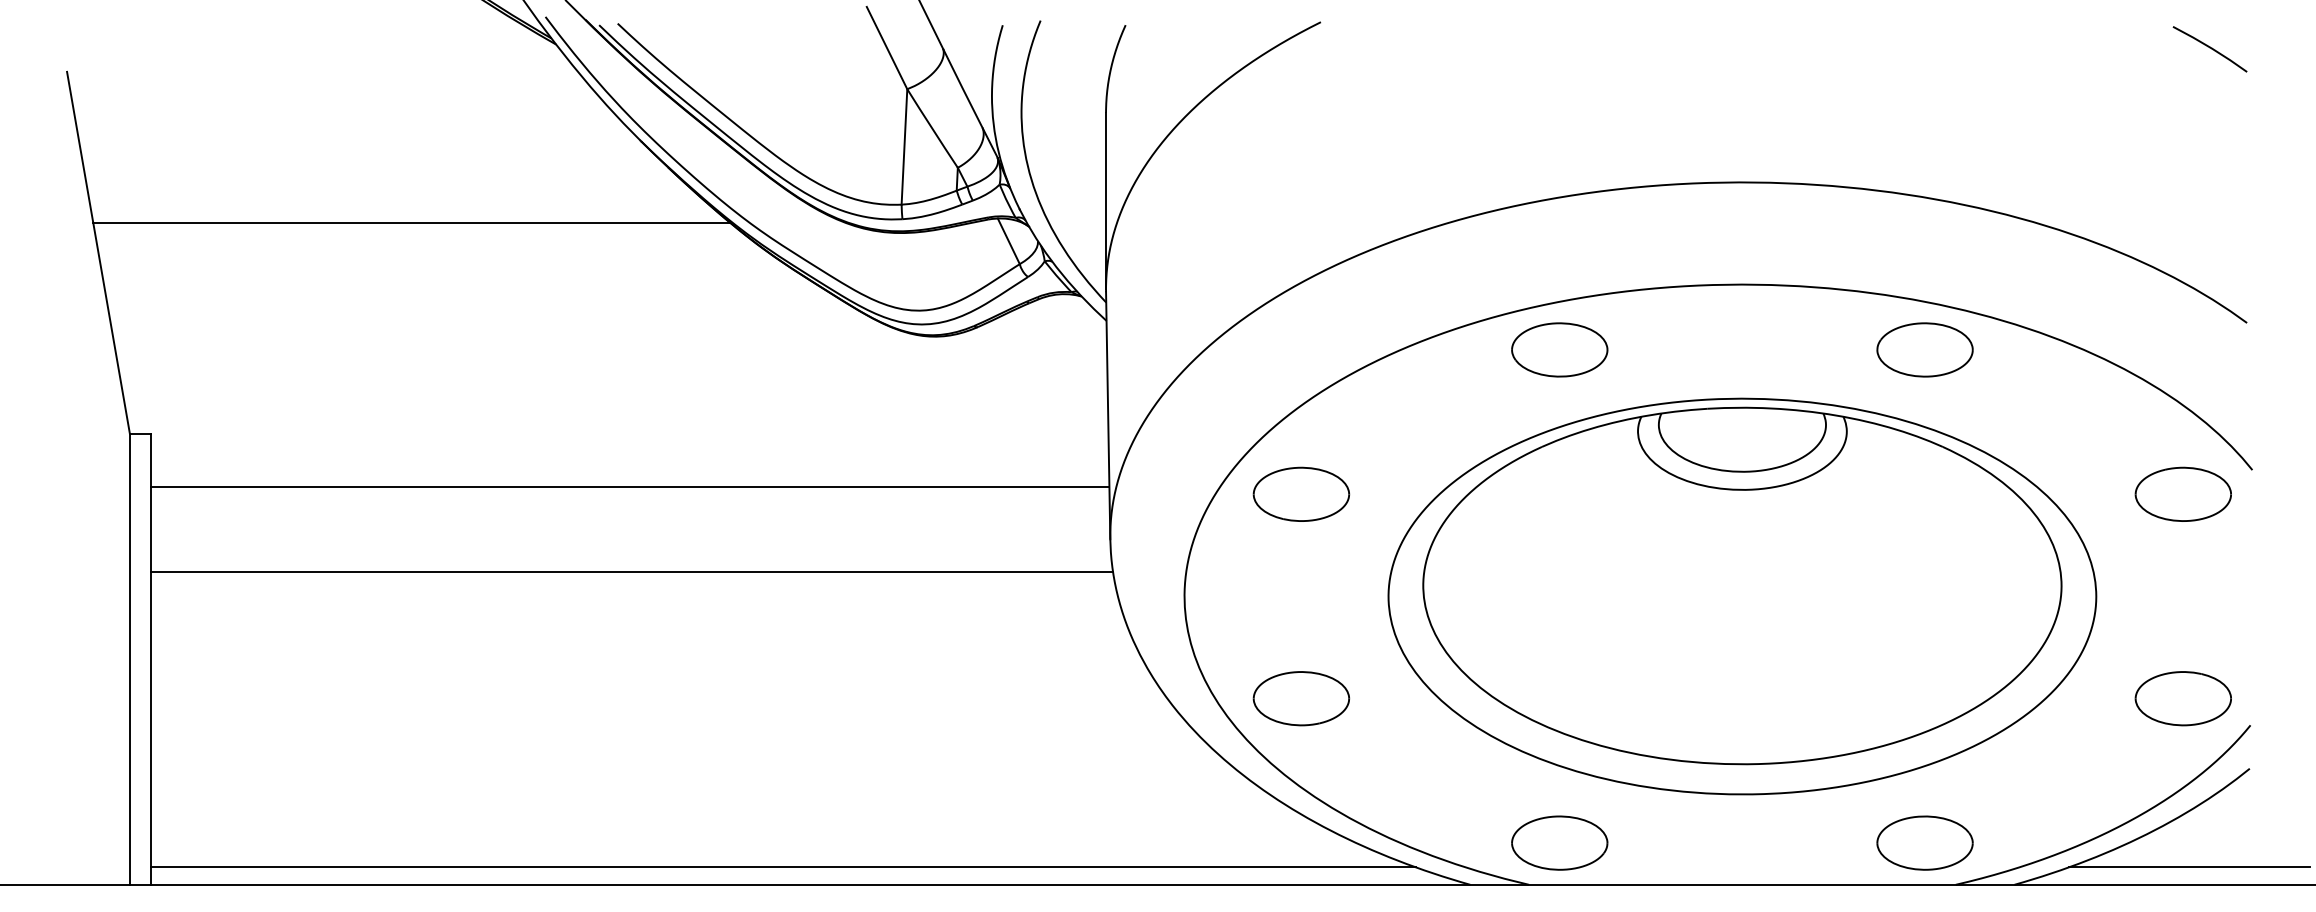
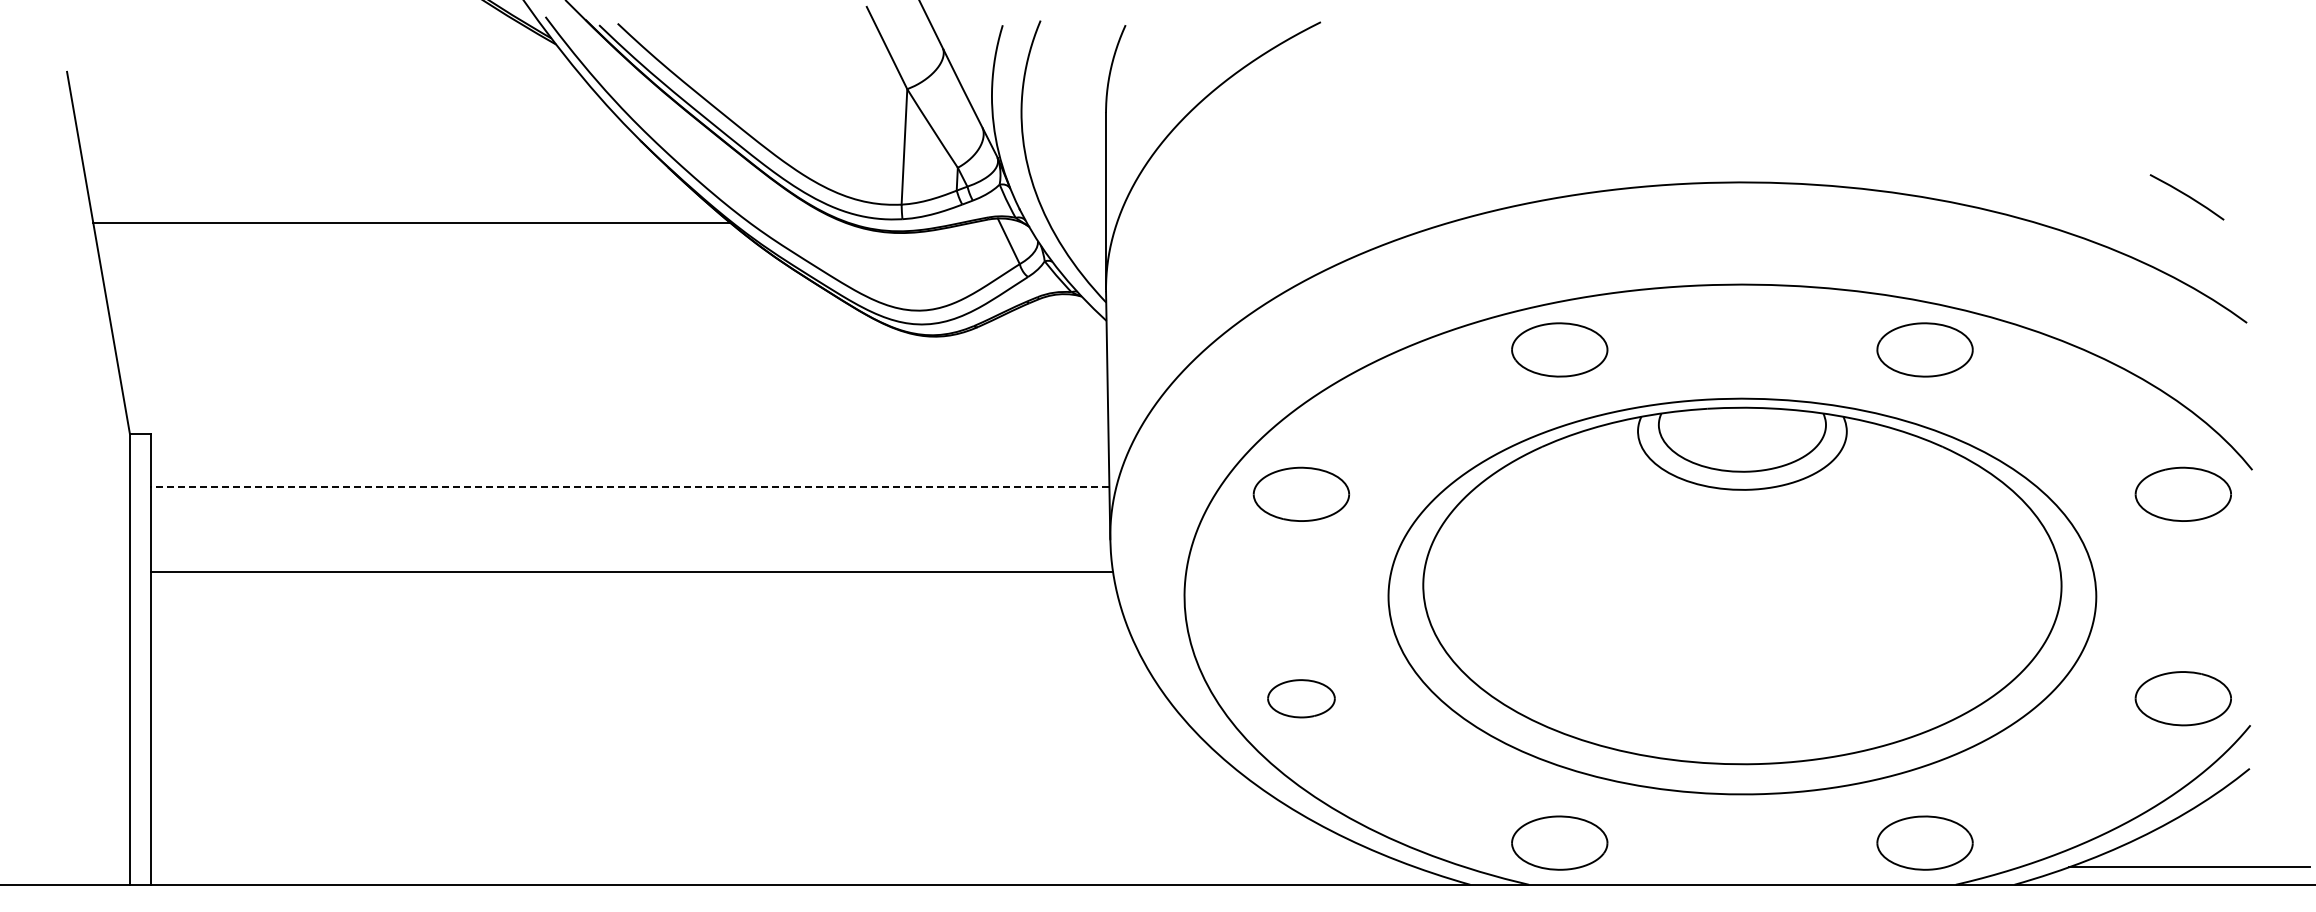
line at (2209, 48) position: (2209, 48) -> (2186, 196)
line at (630, 487): solid -> dashed
part at (1301, 698) size: 99x56 px -> 69x40 px
line at (783, 867): present -> none
